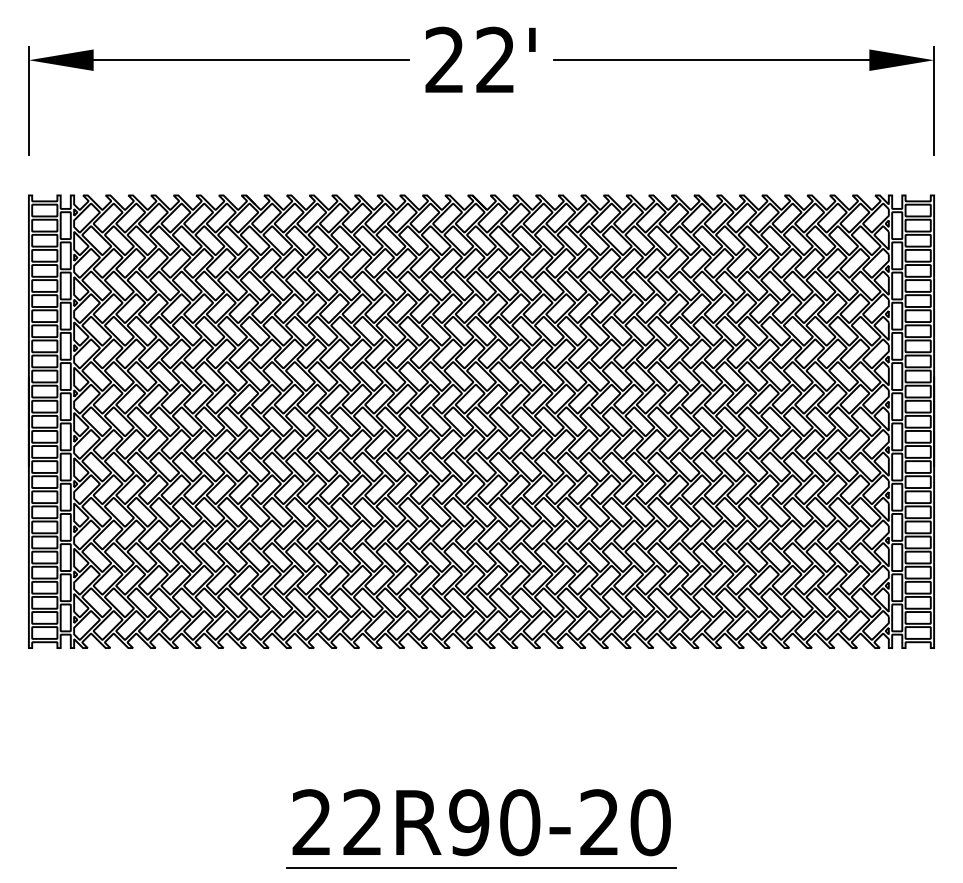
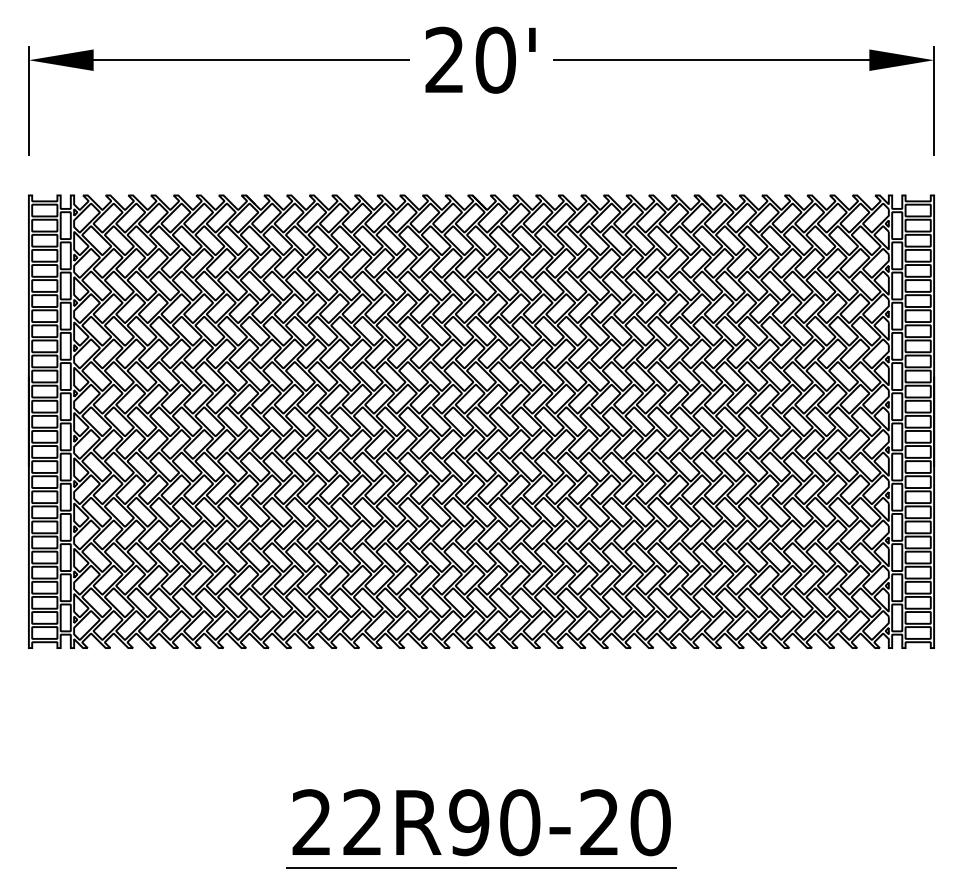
text at (495, 59): 22' -> 20'
